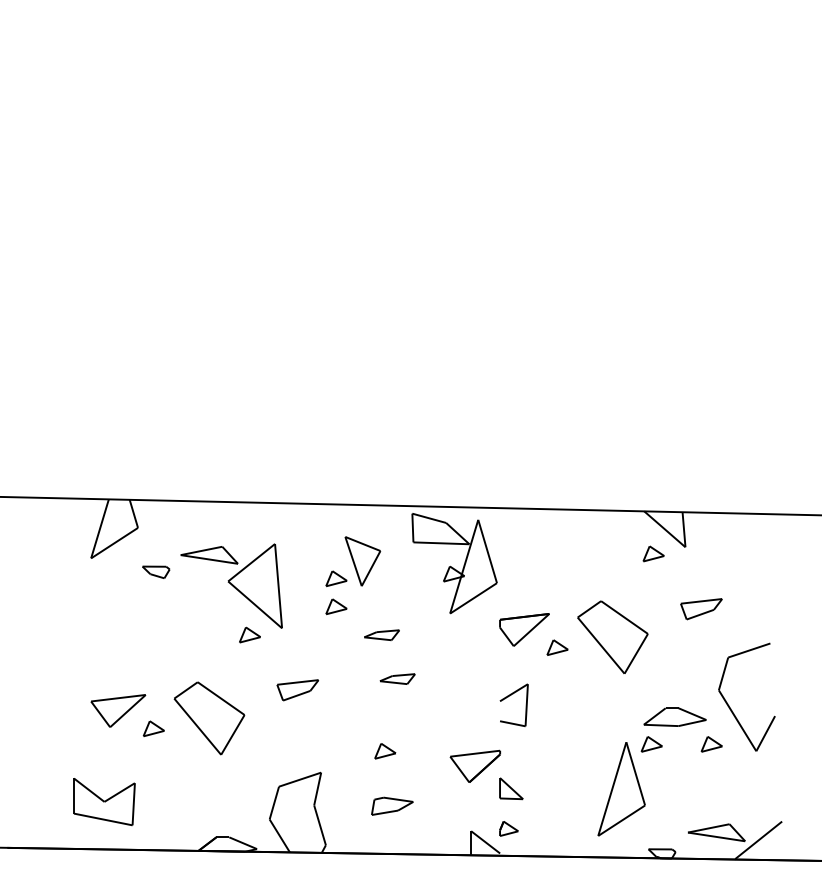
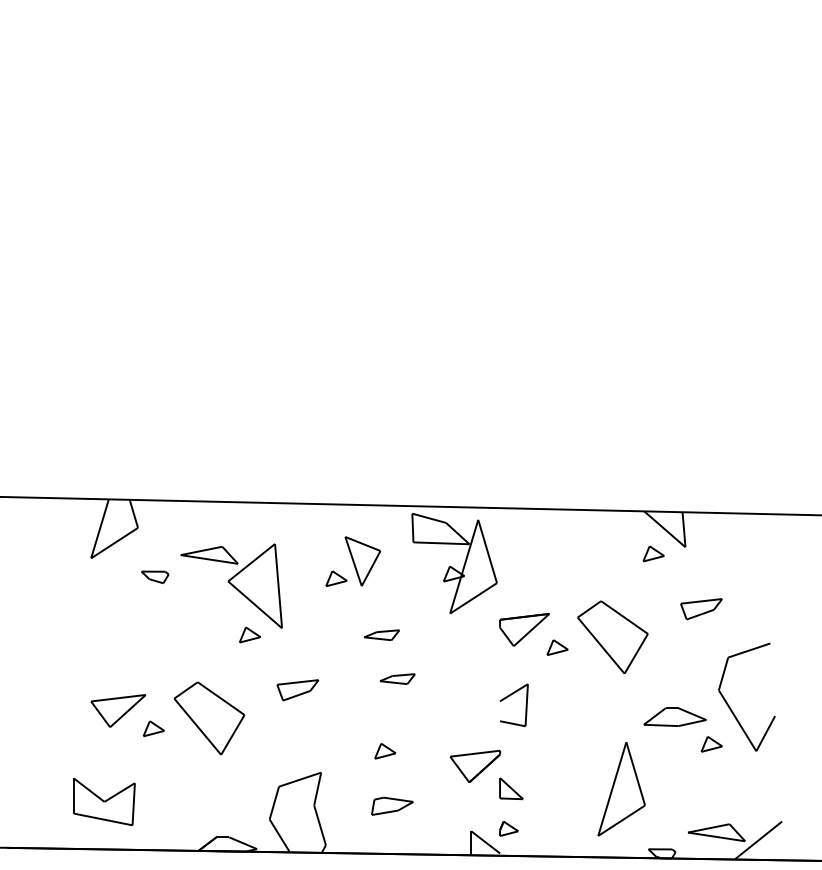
part at (156, 571) position: (156, 571) -> (155, 576)
part at (336, 606): present -> none
part at (651, 744): present -> none
